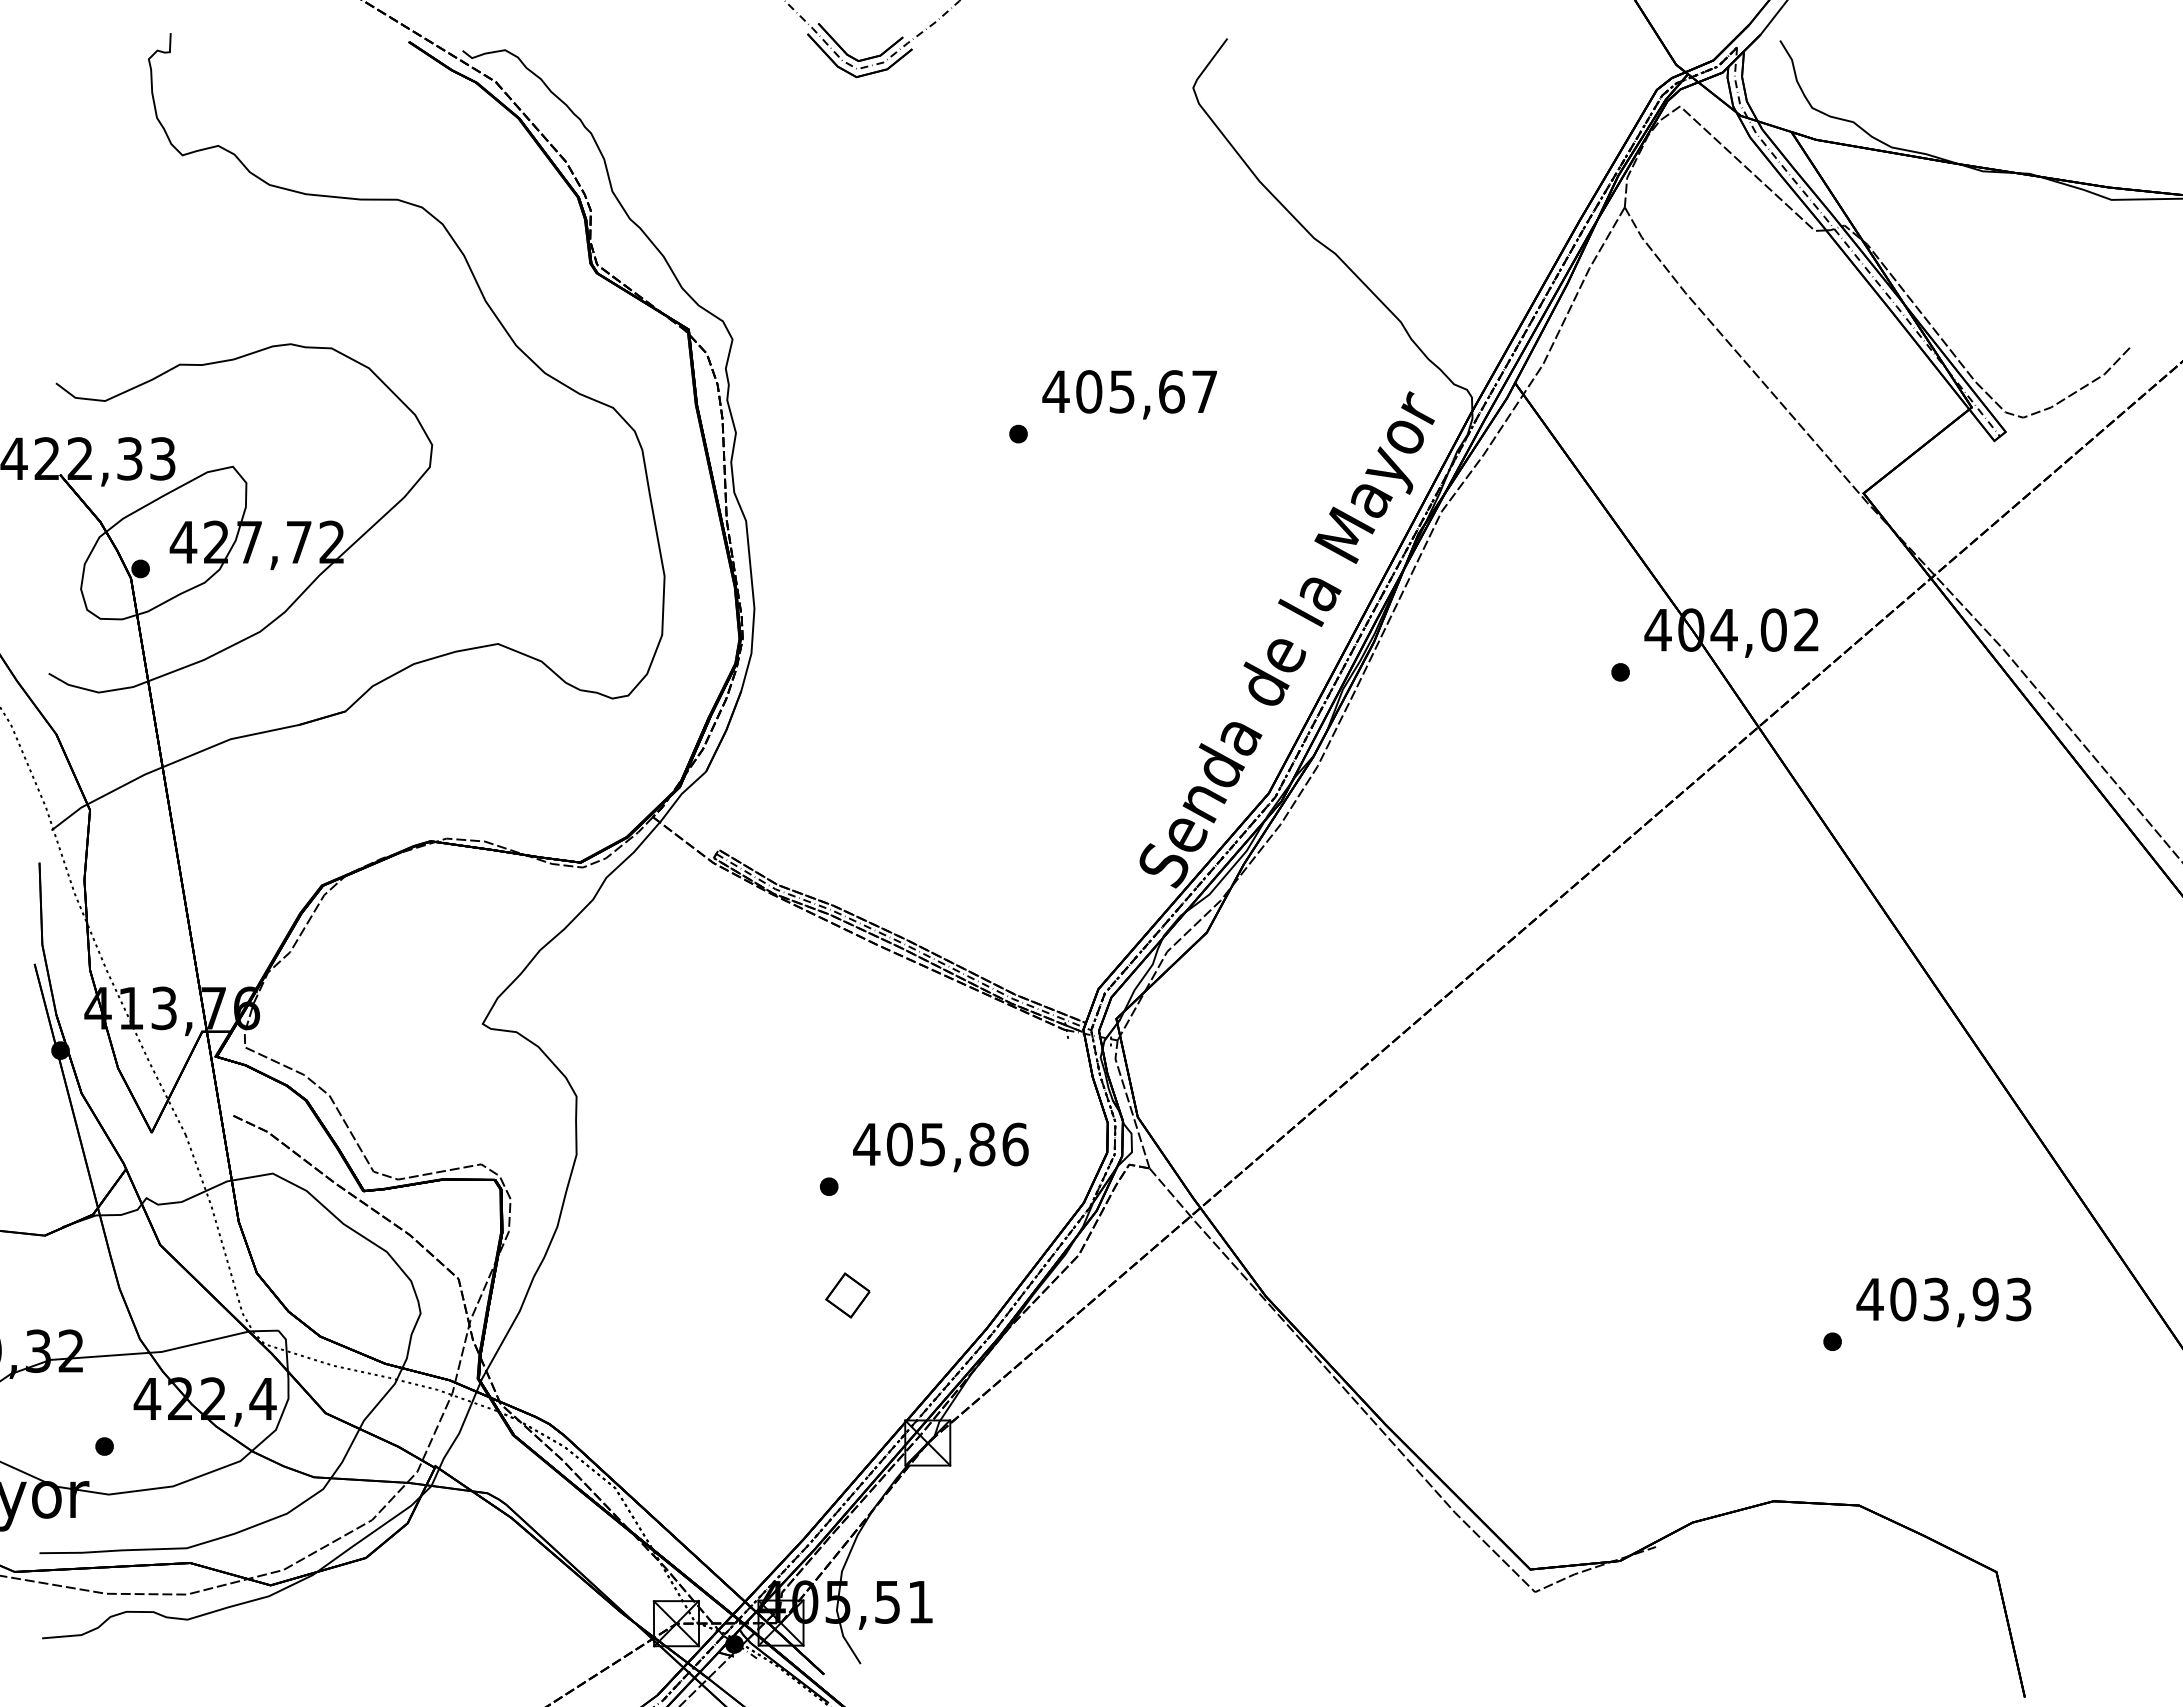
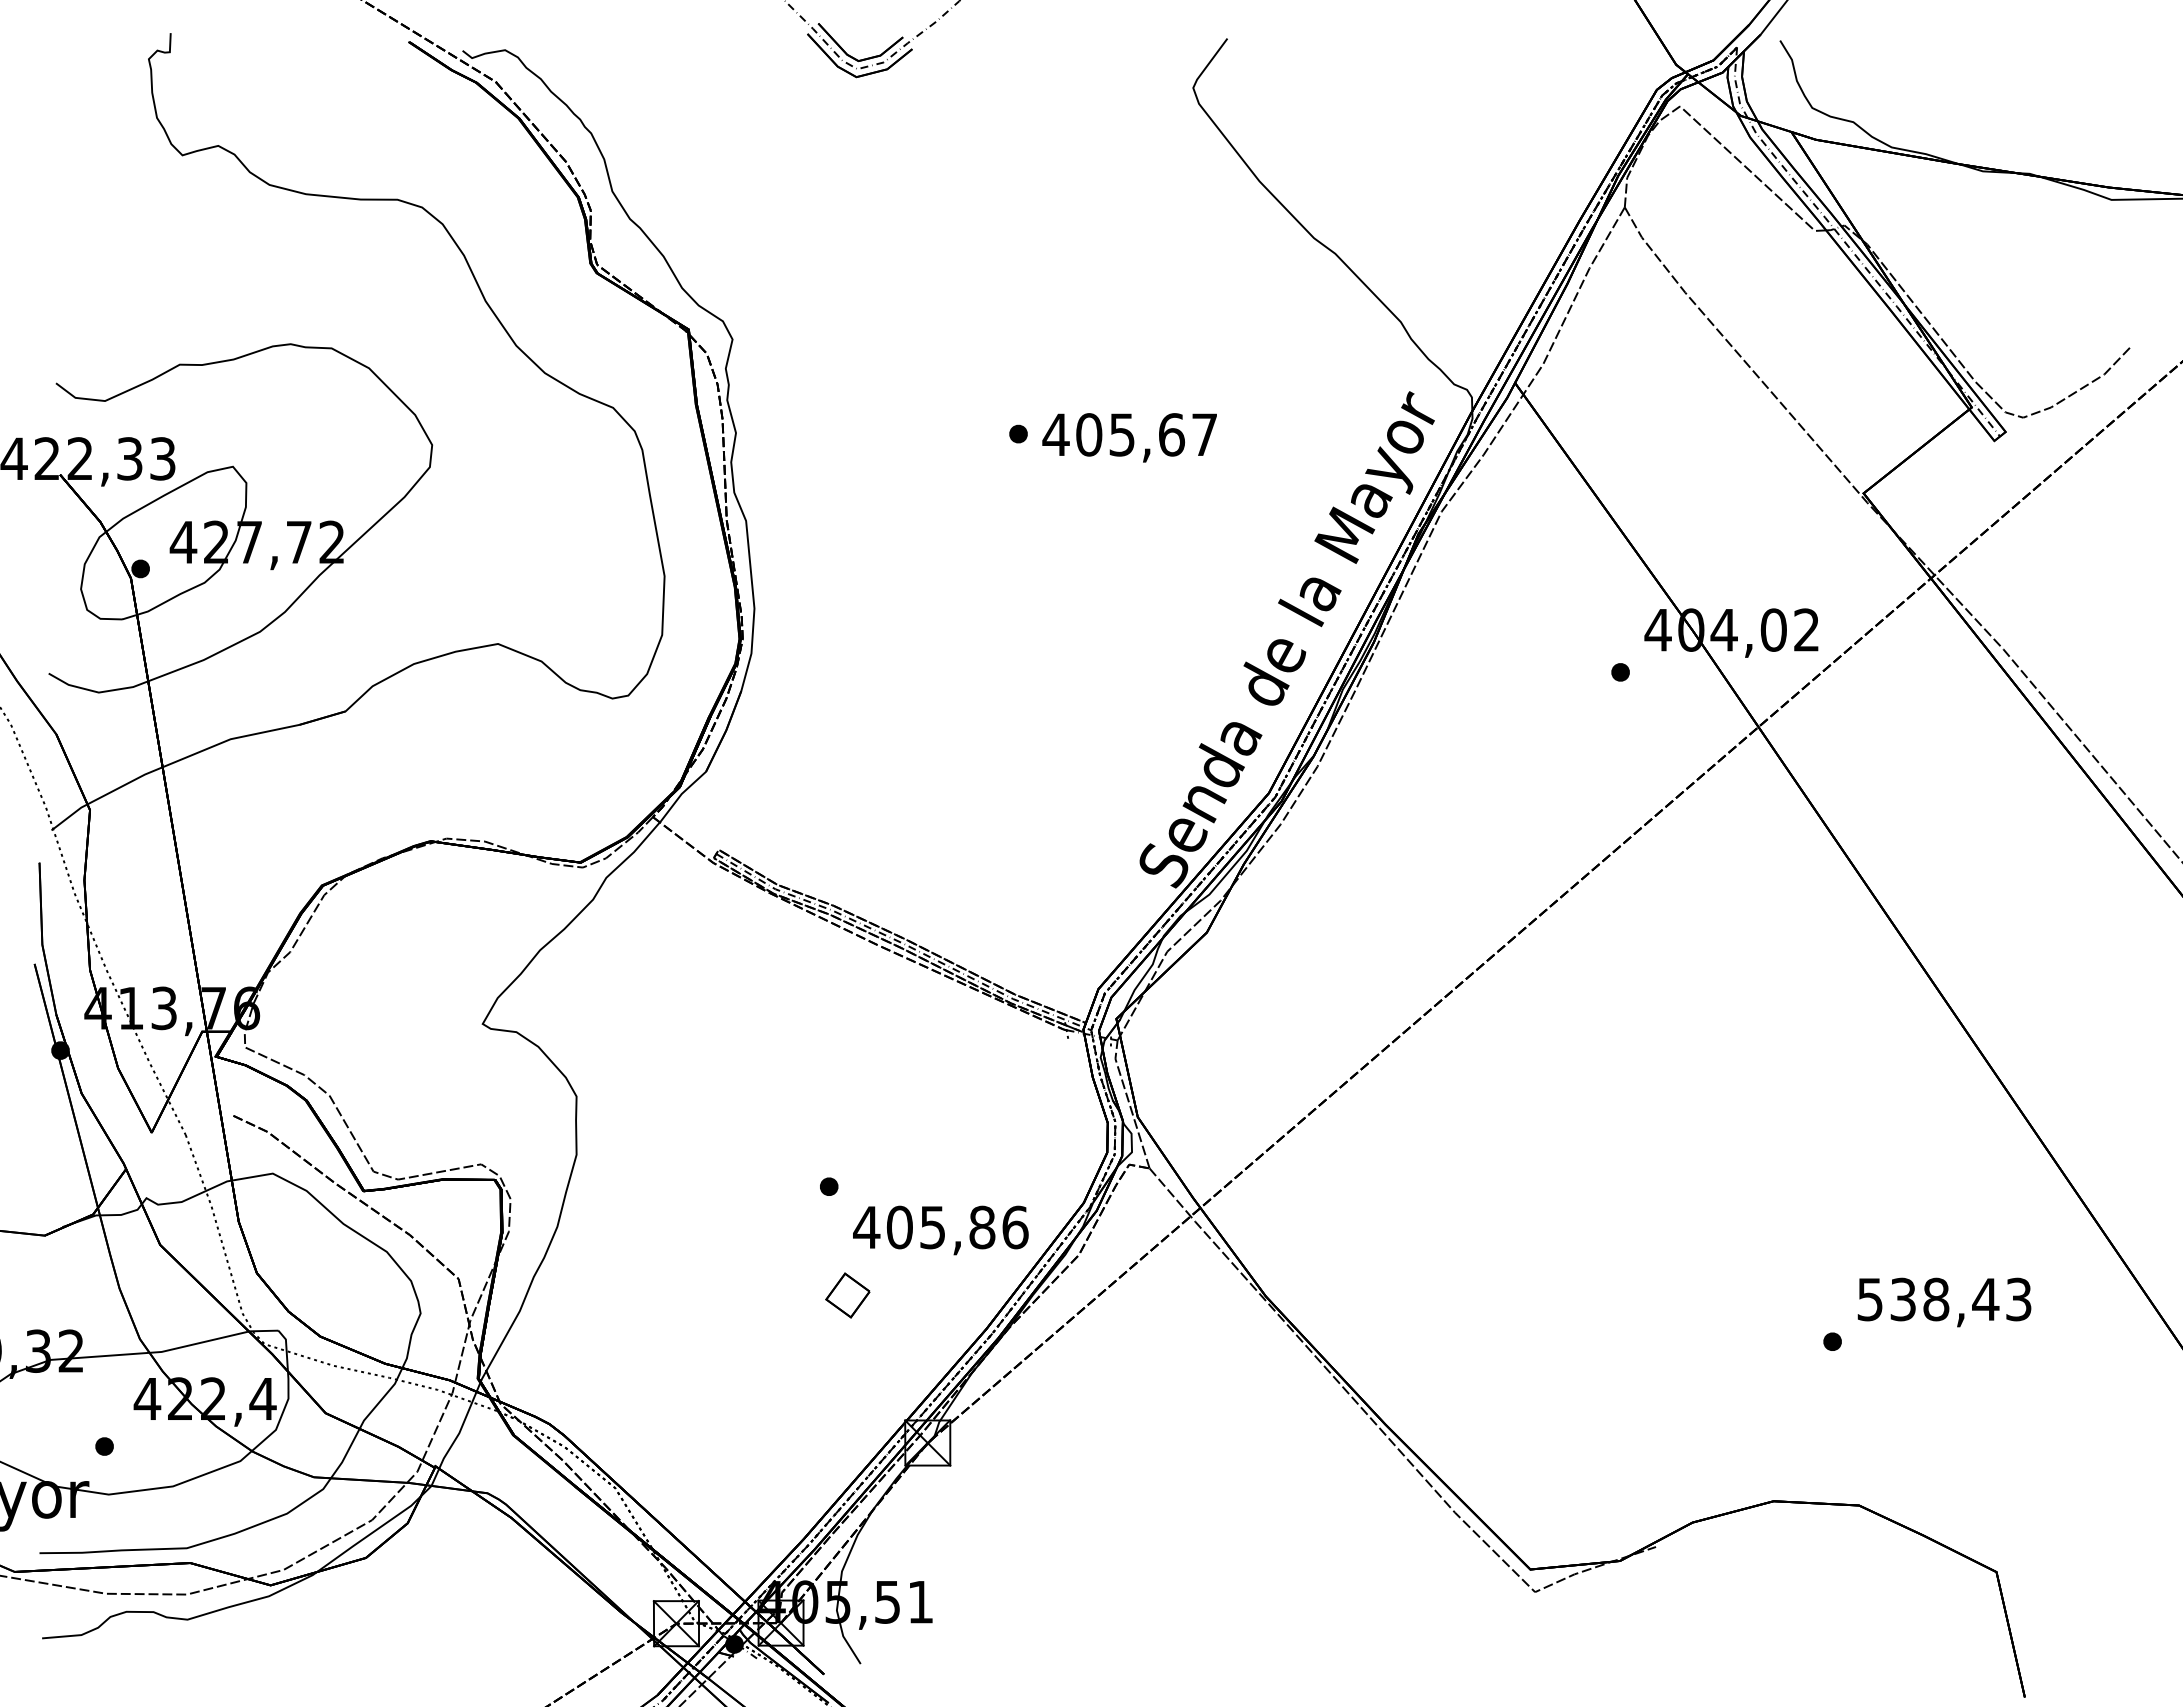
text at (1129, 394) position: (1129, 394) -> (1129, 437)
text at (940, 1147) position: (940, 1147) -> (940, 1230)
text at (1927, 1299): 403,93 -> 538,43
